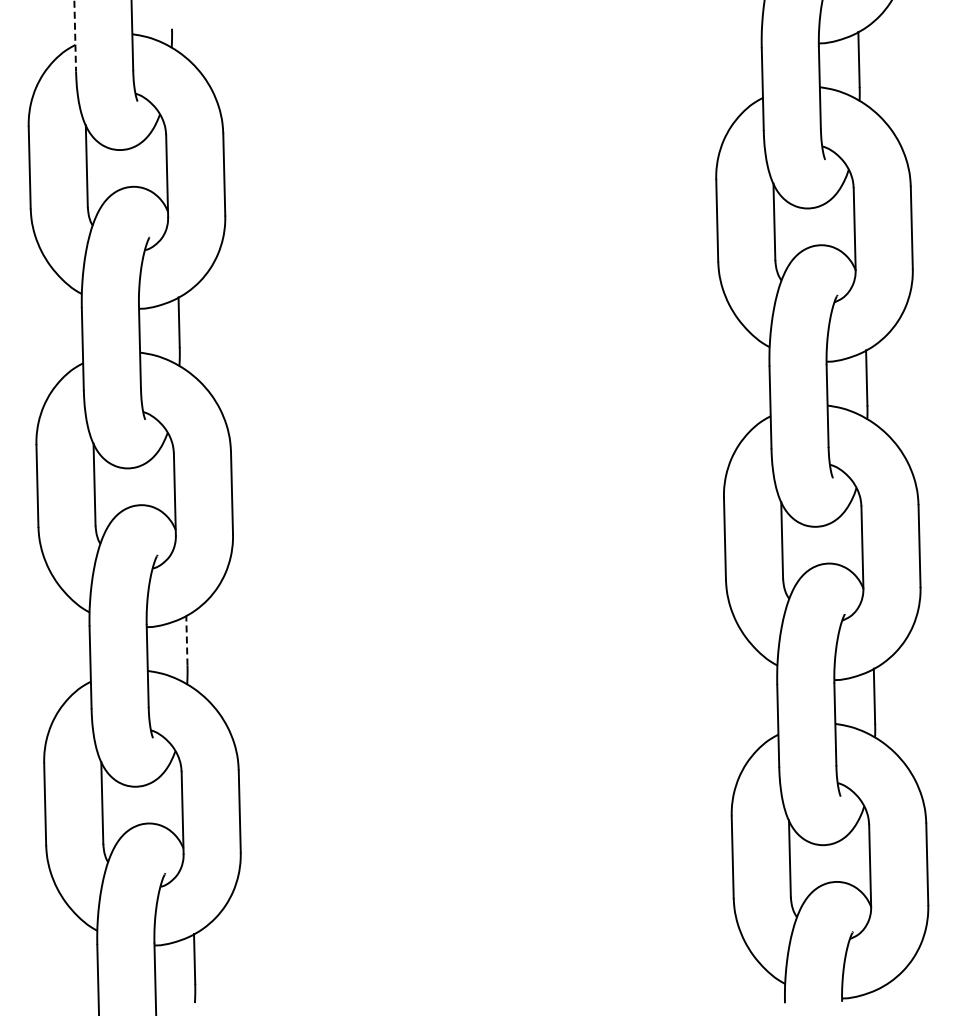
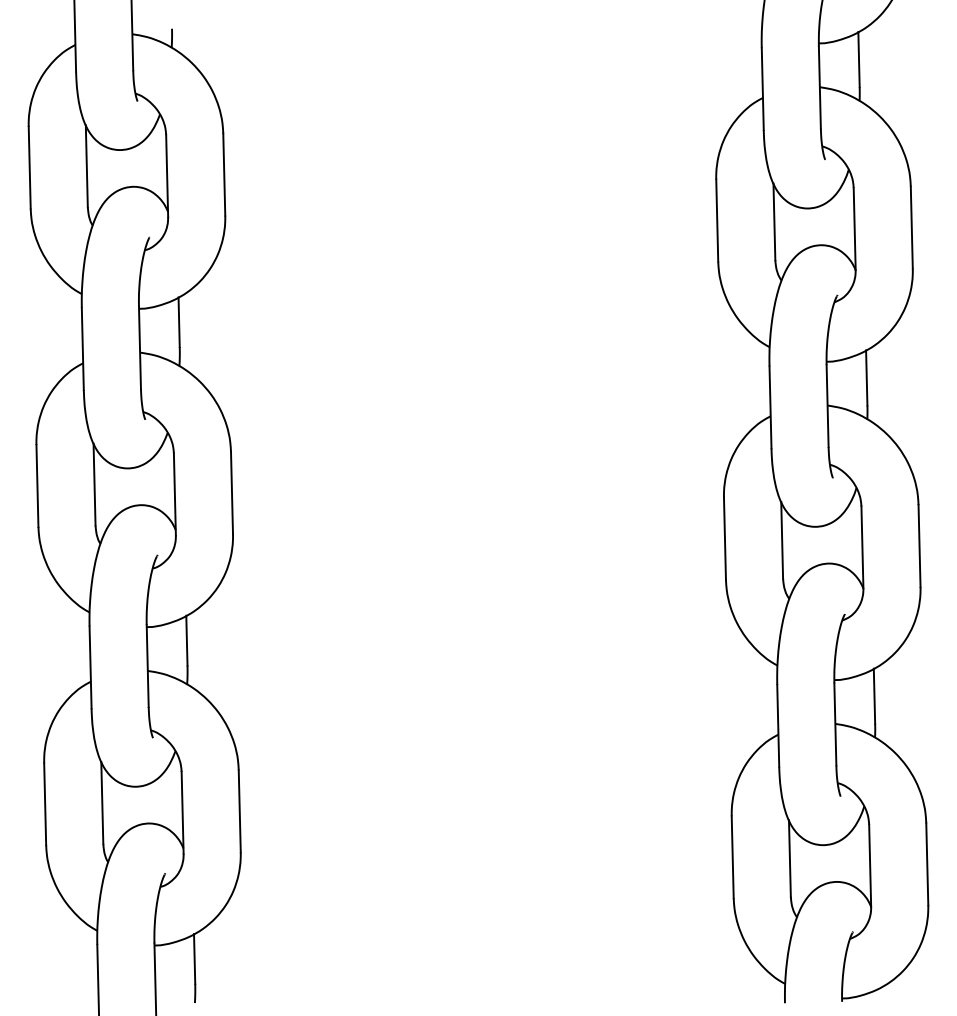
line at (75, 36): dashed -> solid
line at (186, 640): dashed -> solid
